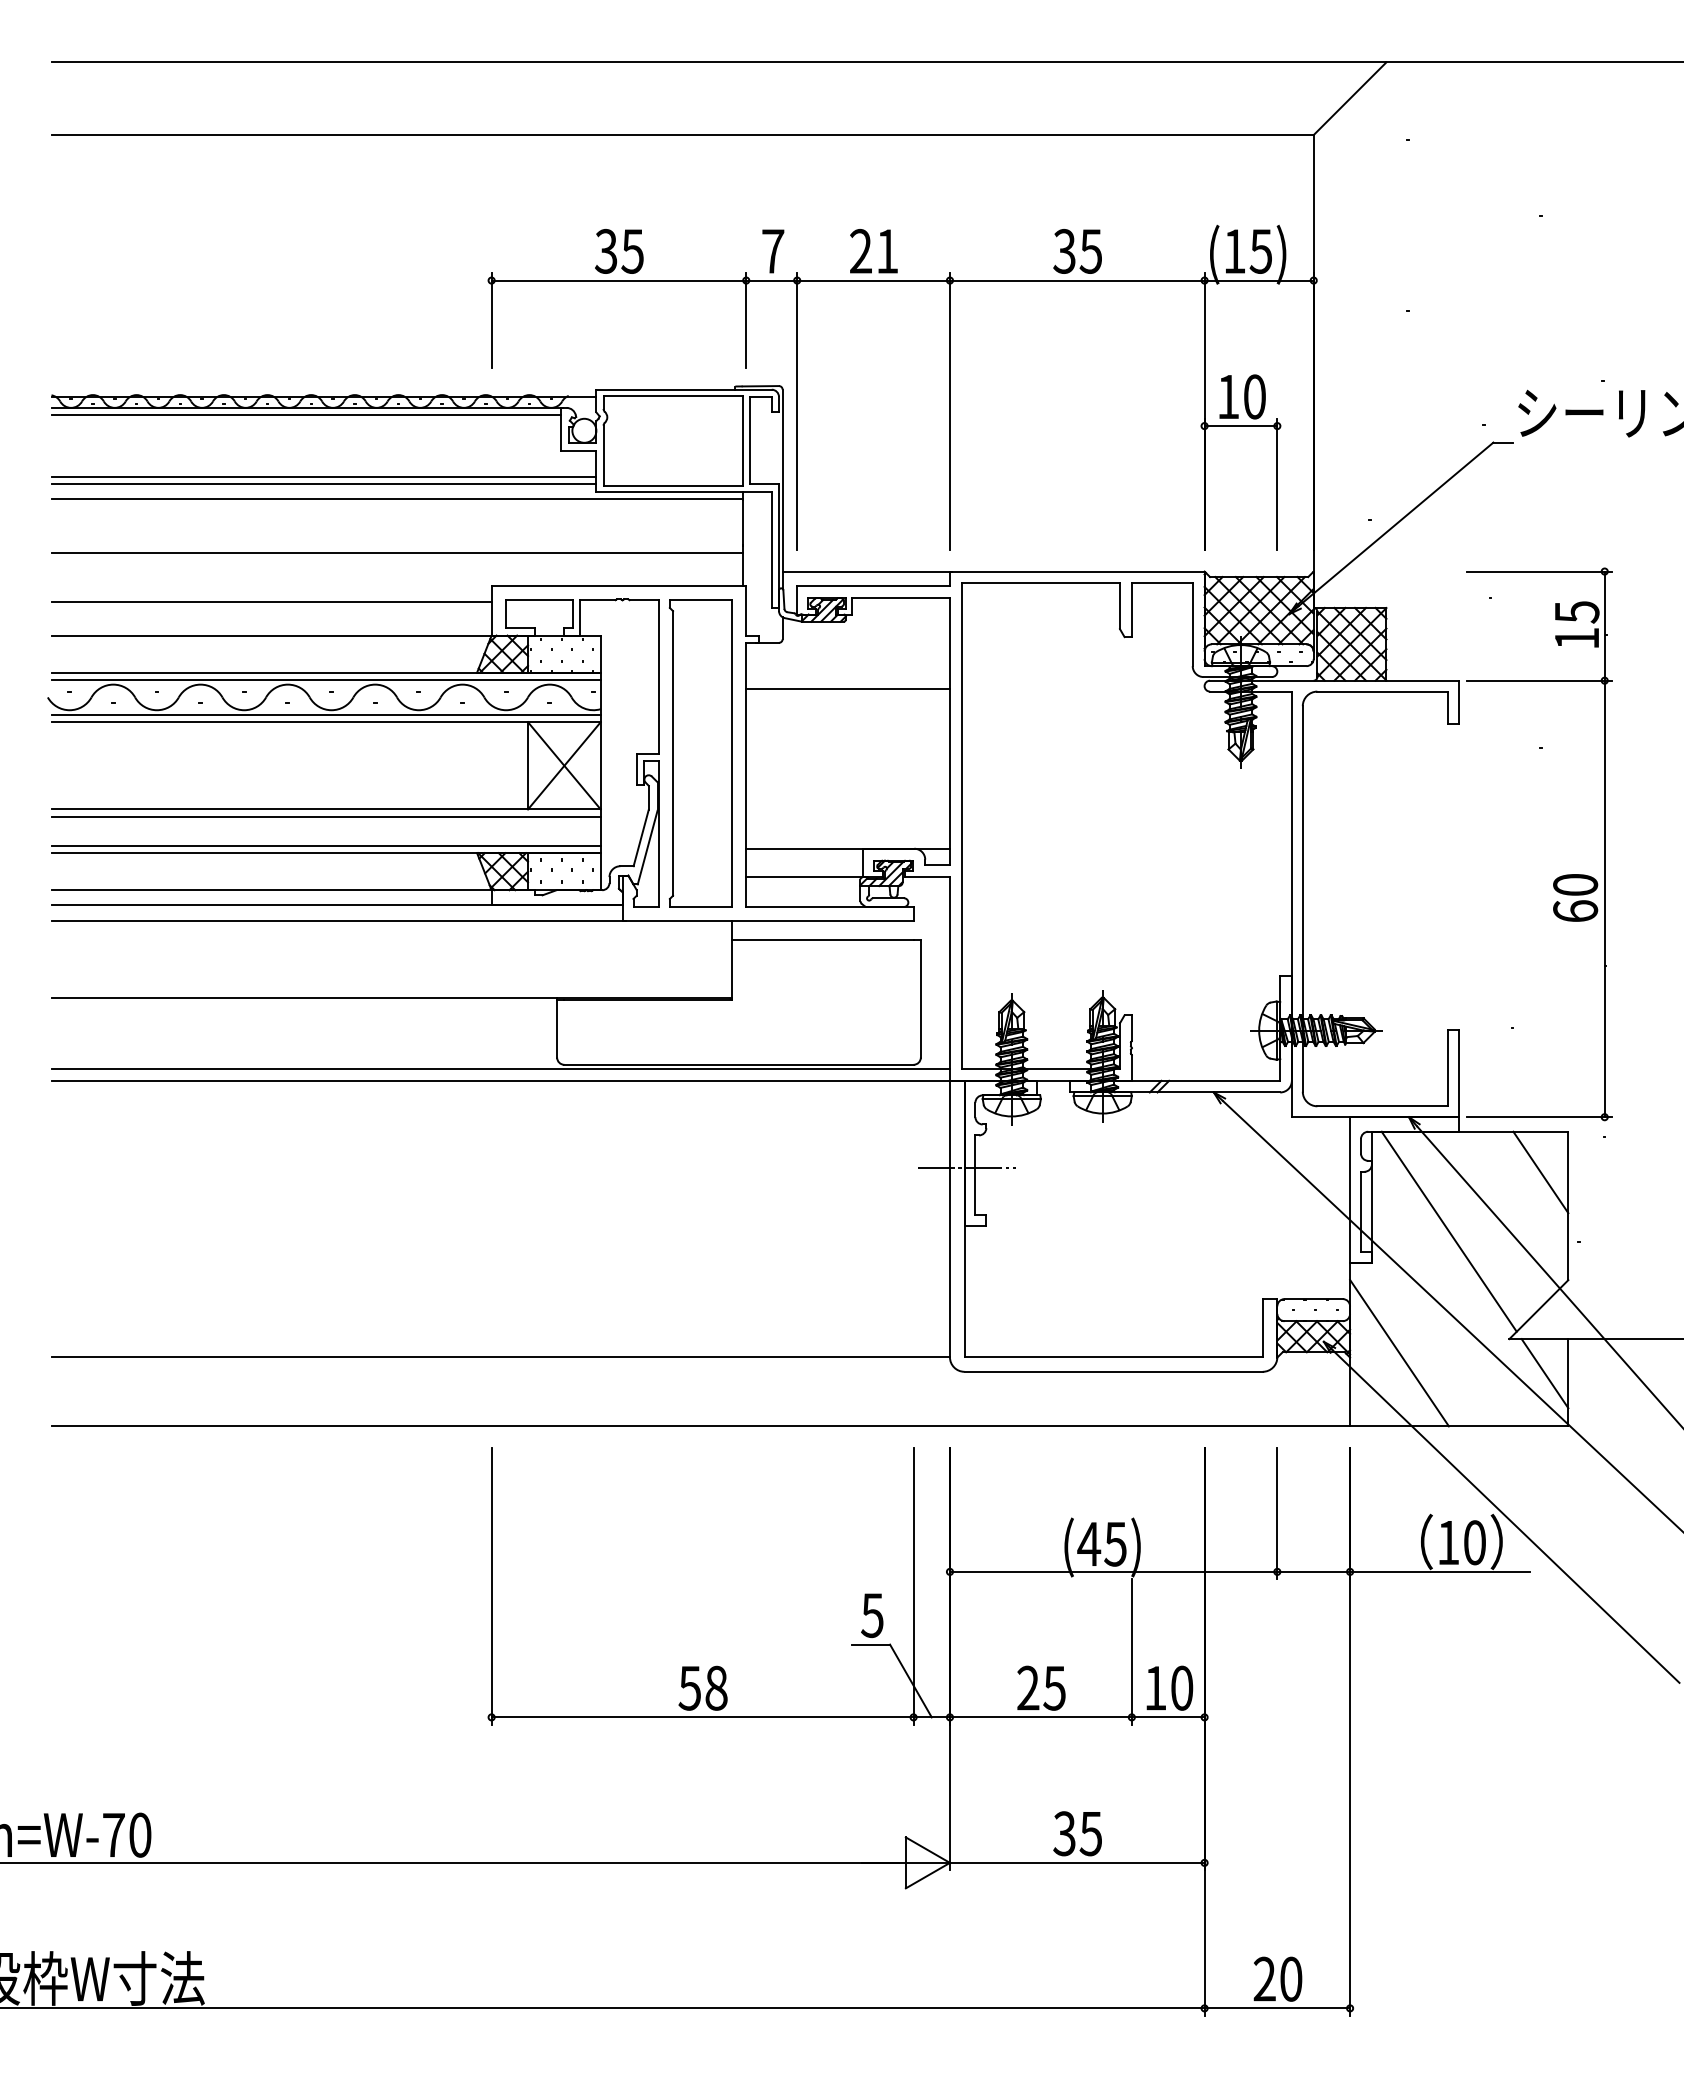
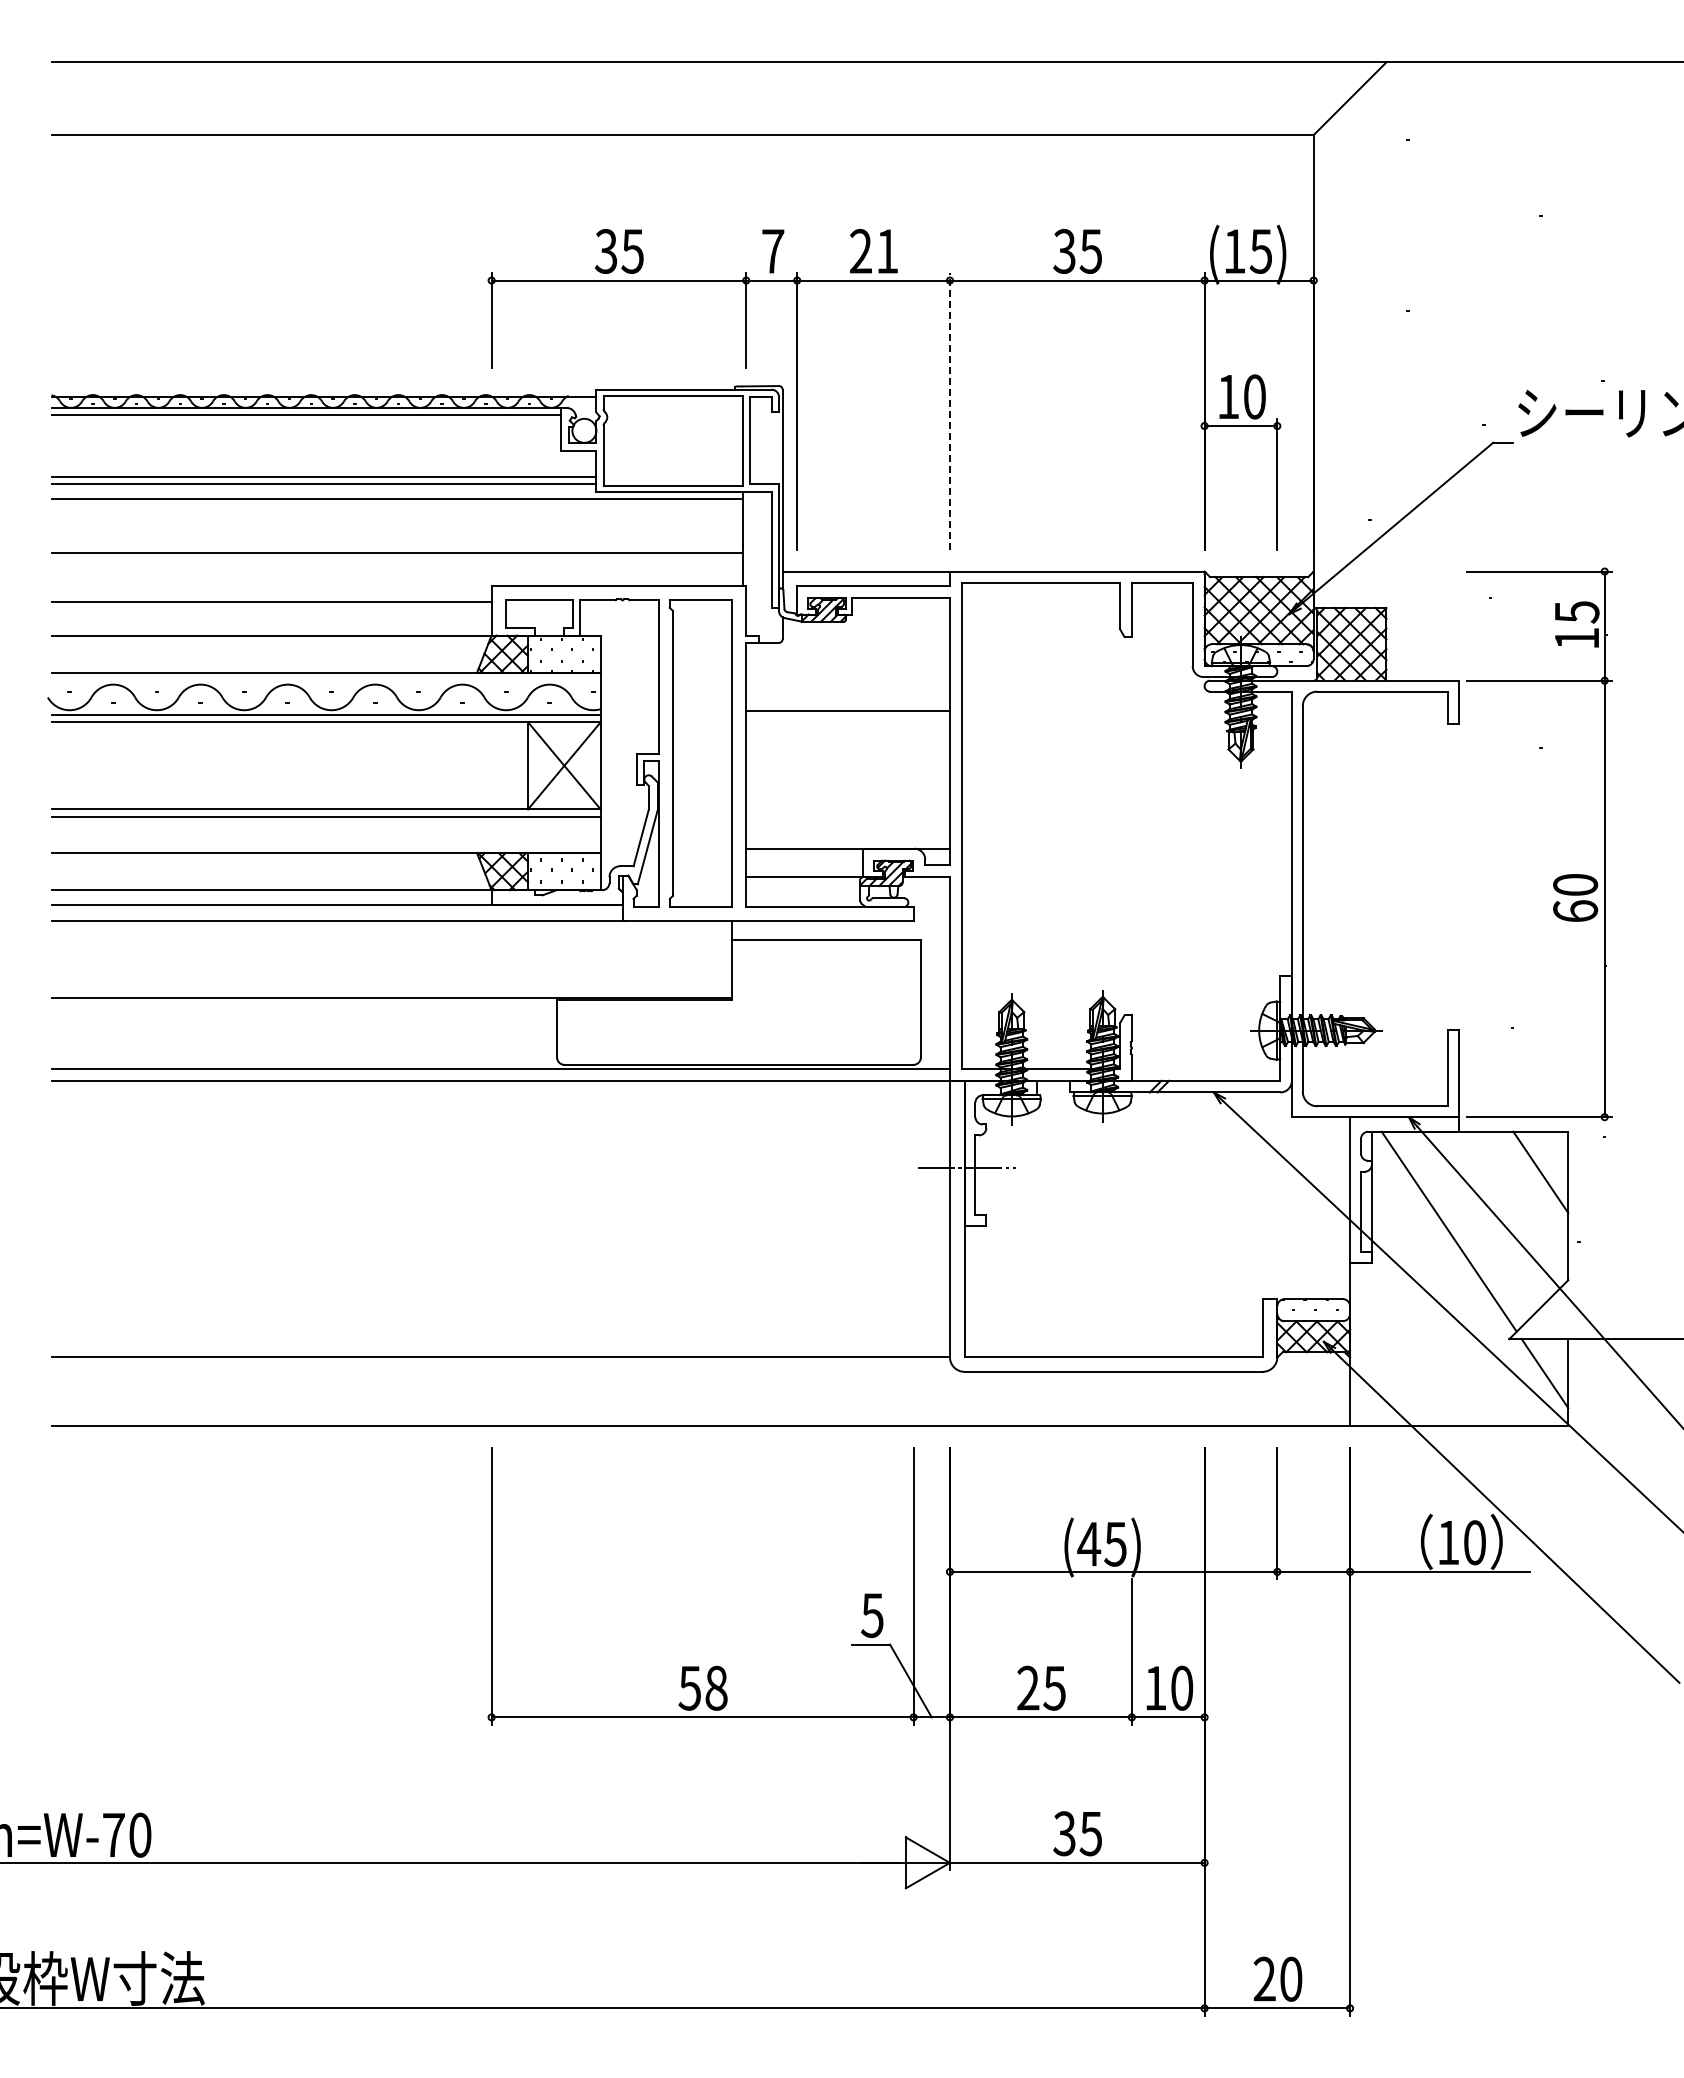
line at (949, 411): solid -> dashed
line at (325, 679): present -> none
line at (847, 689) position: (847, 689) -> (847, 711)
line at (325, 845): present -> none
line at (1399, 1352): present -> none
